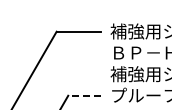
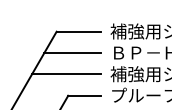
line at (72, 53): none -> present
line at (66, 74): none -> present
line at (84, 95): dashed -> solid
